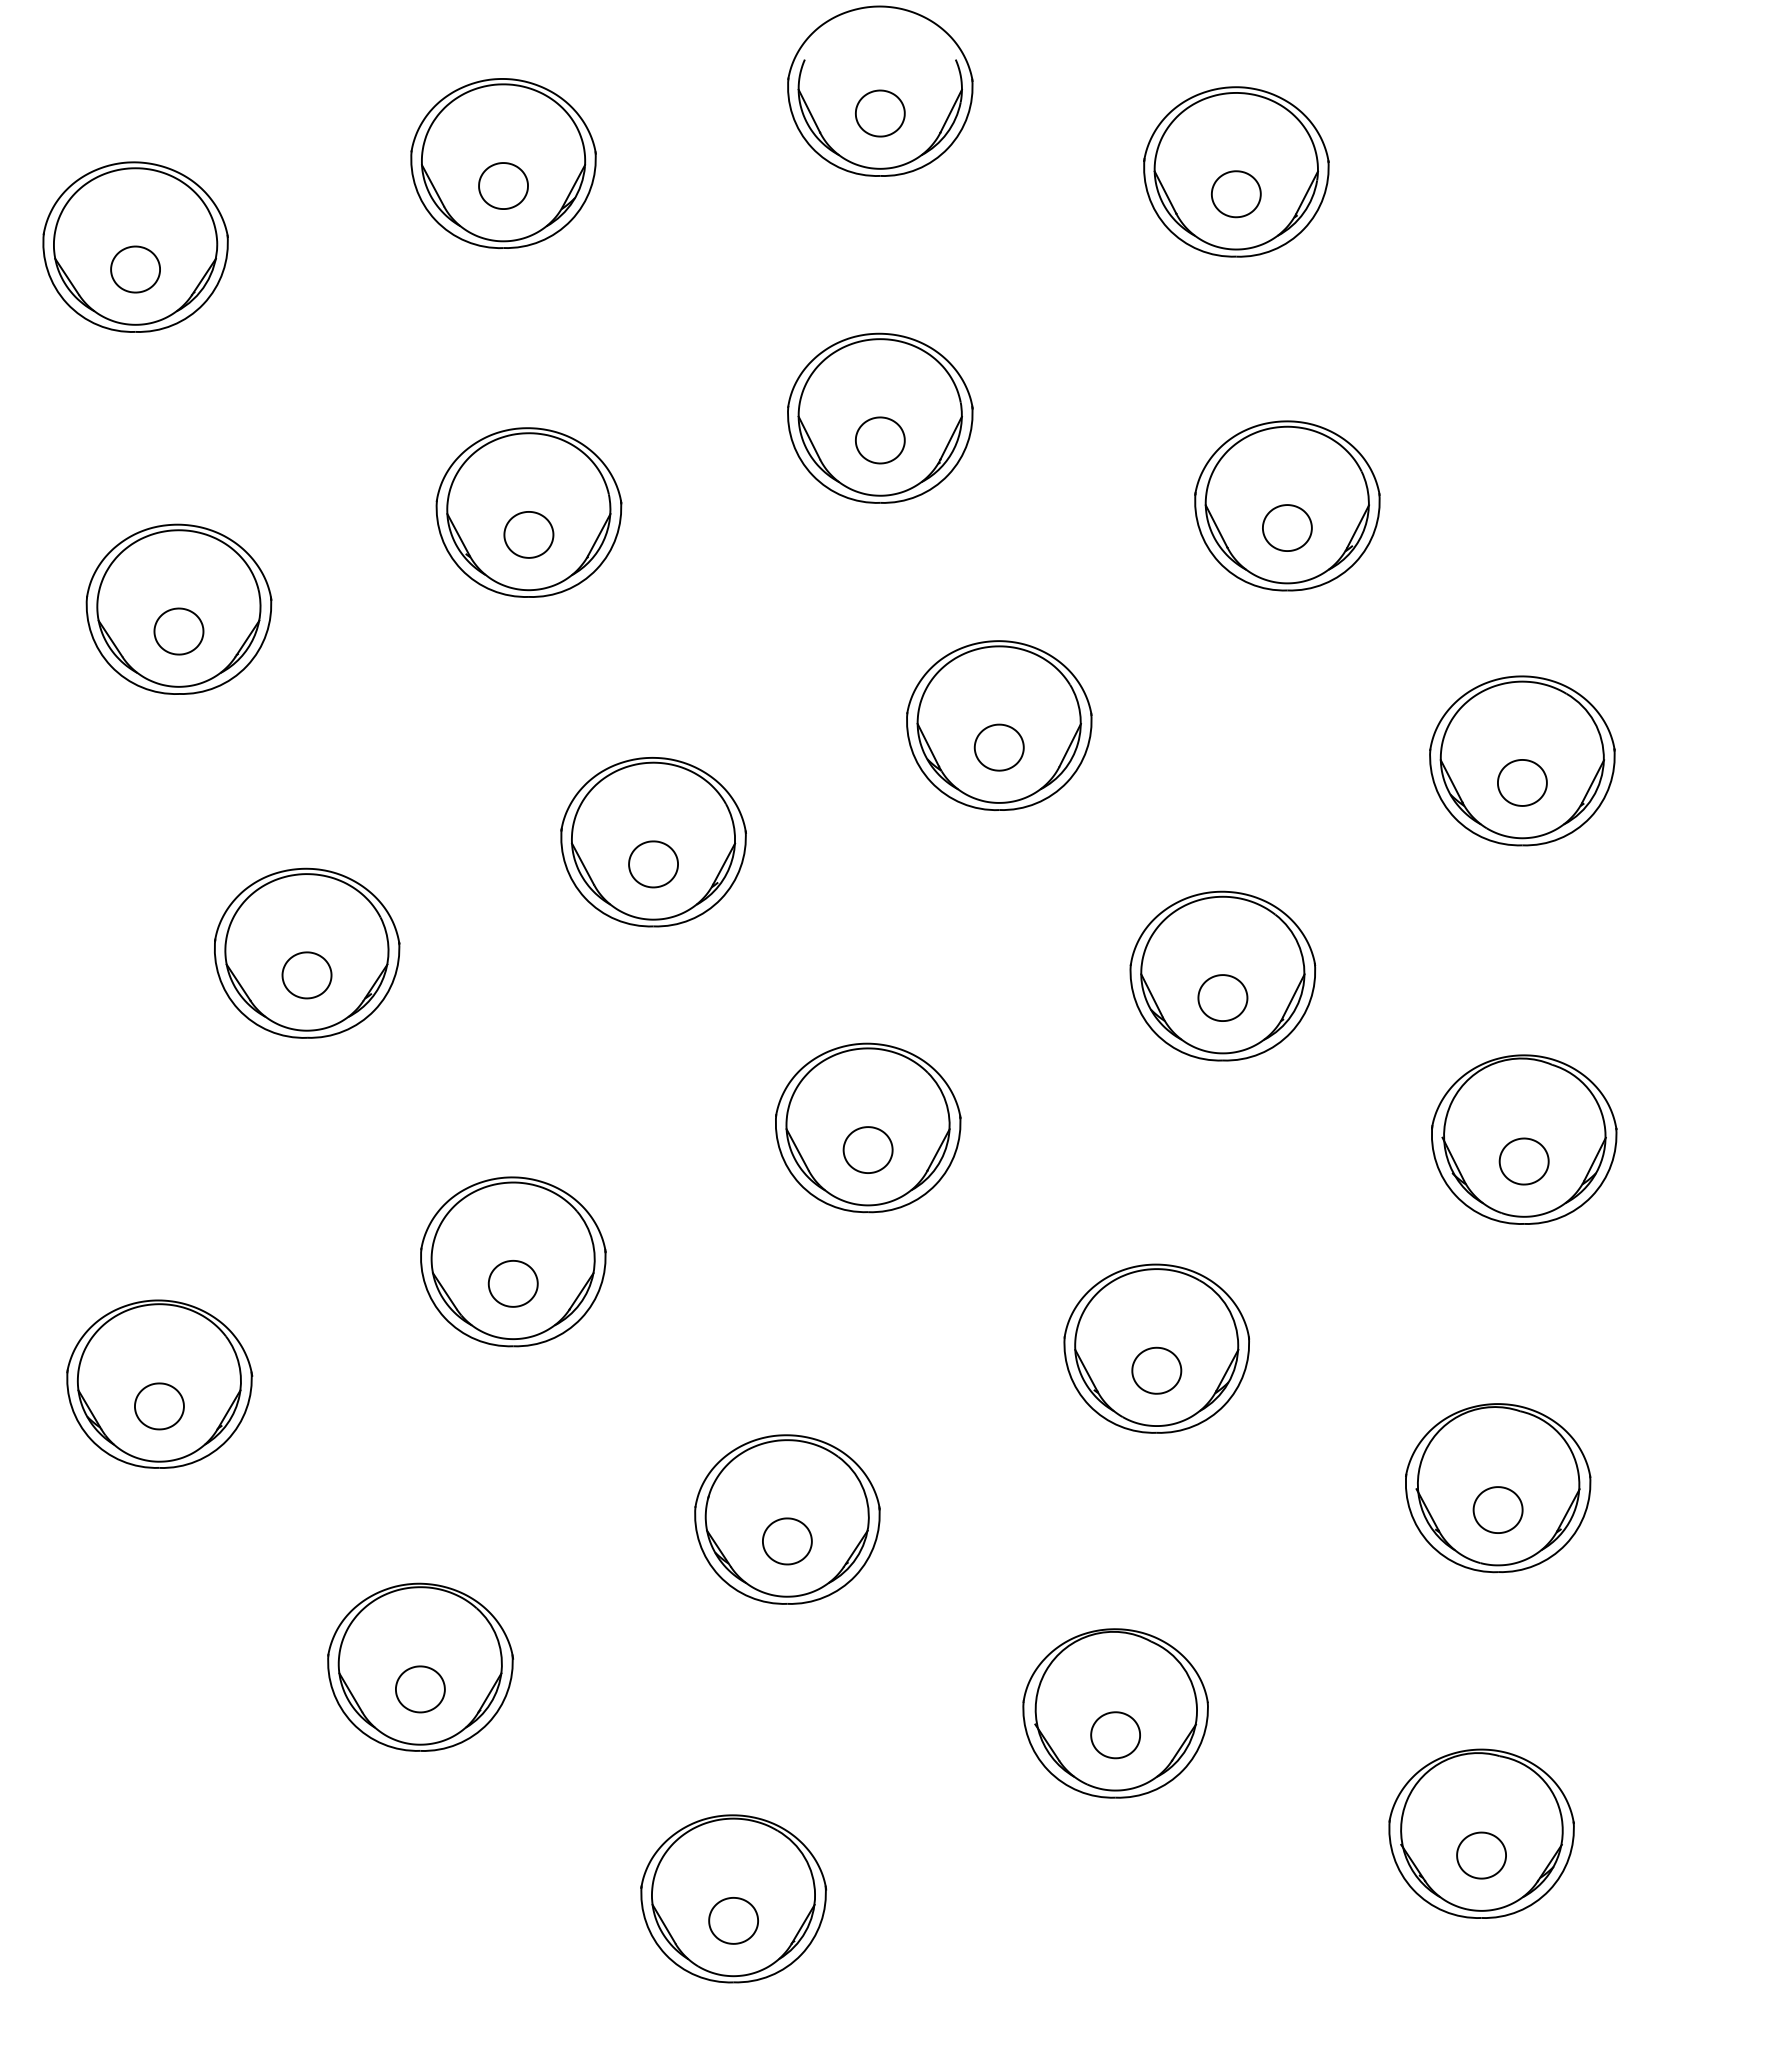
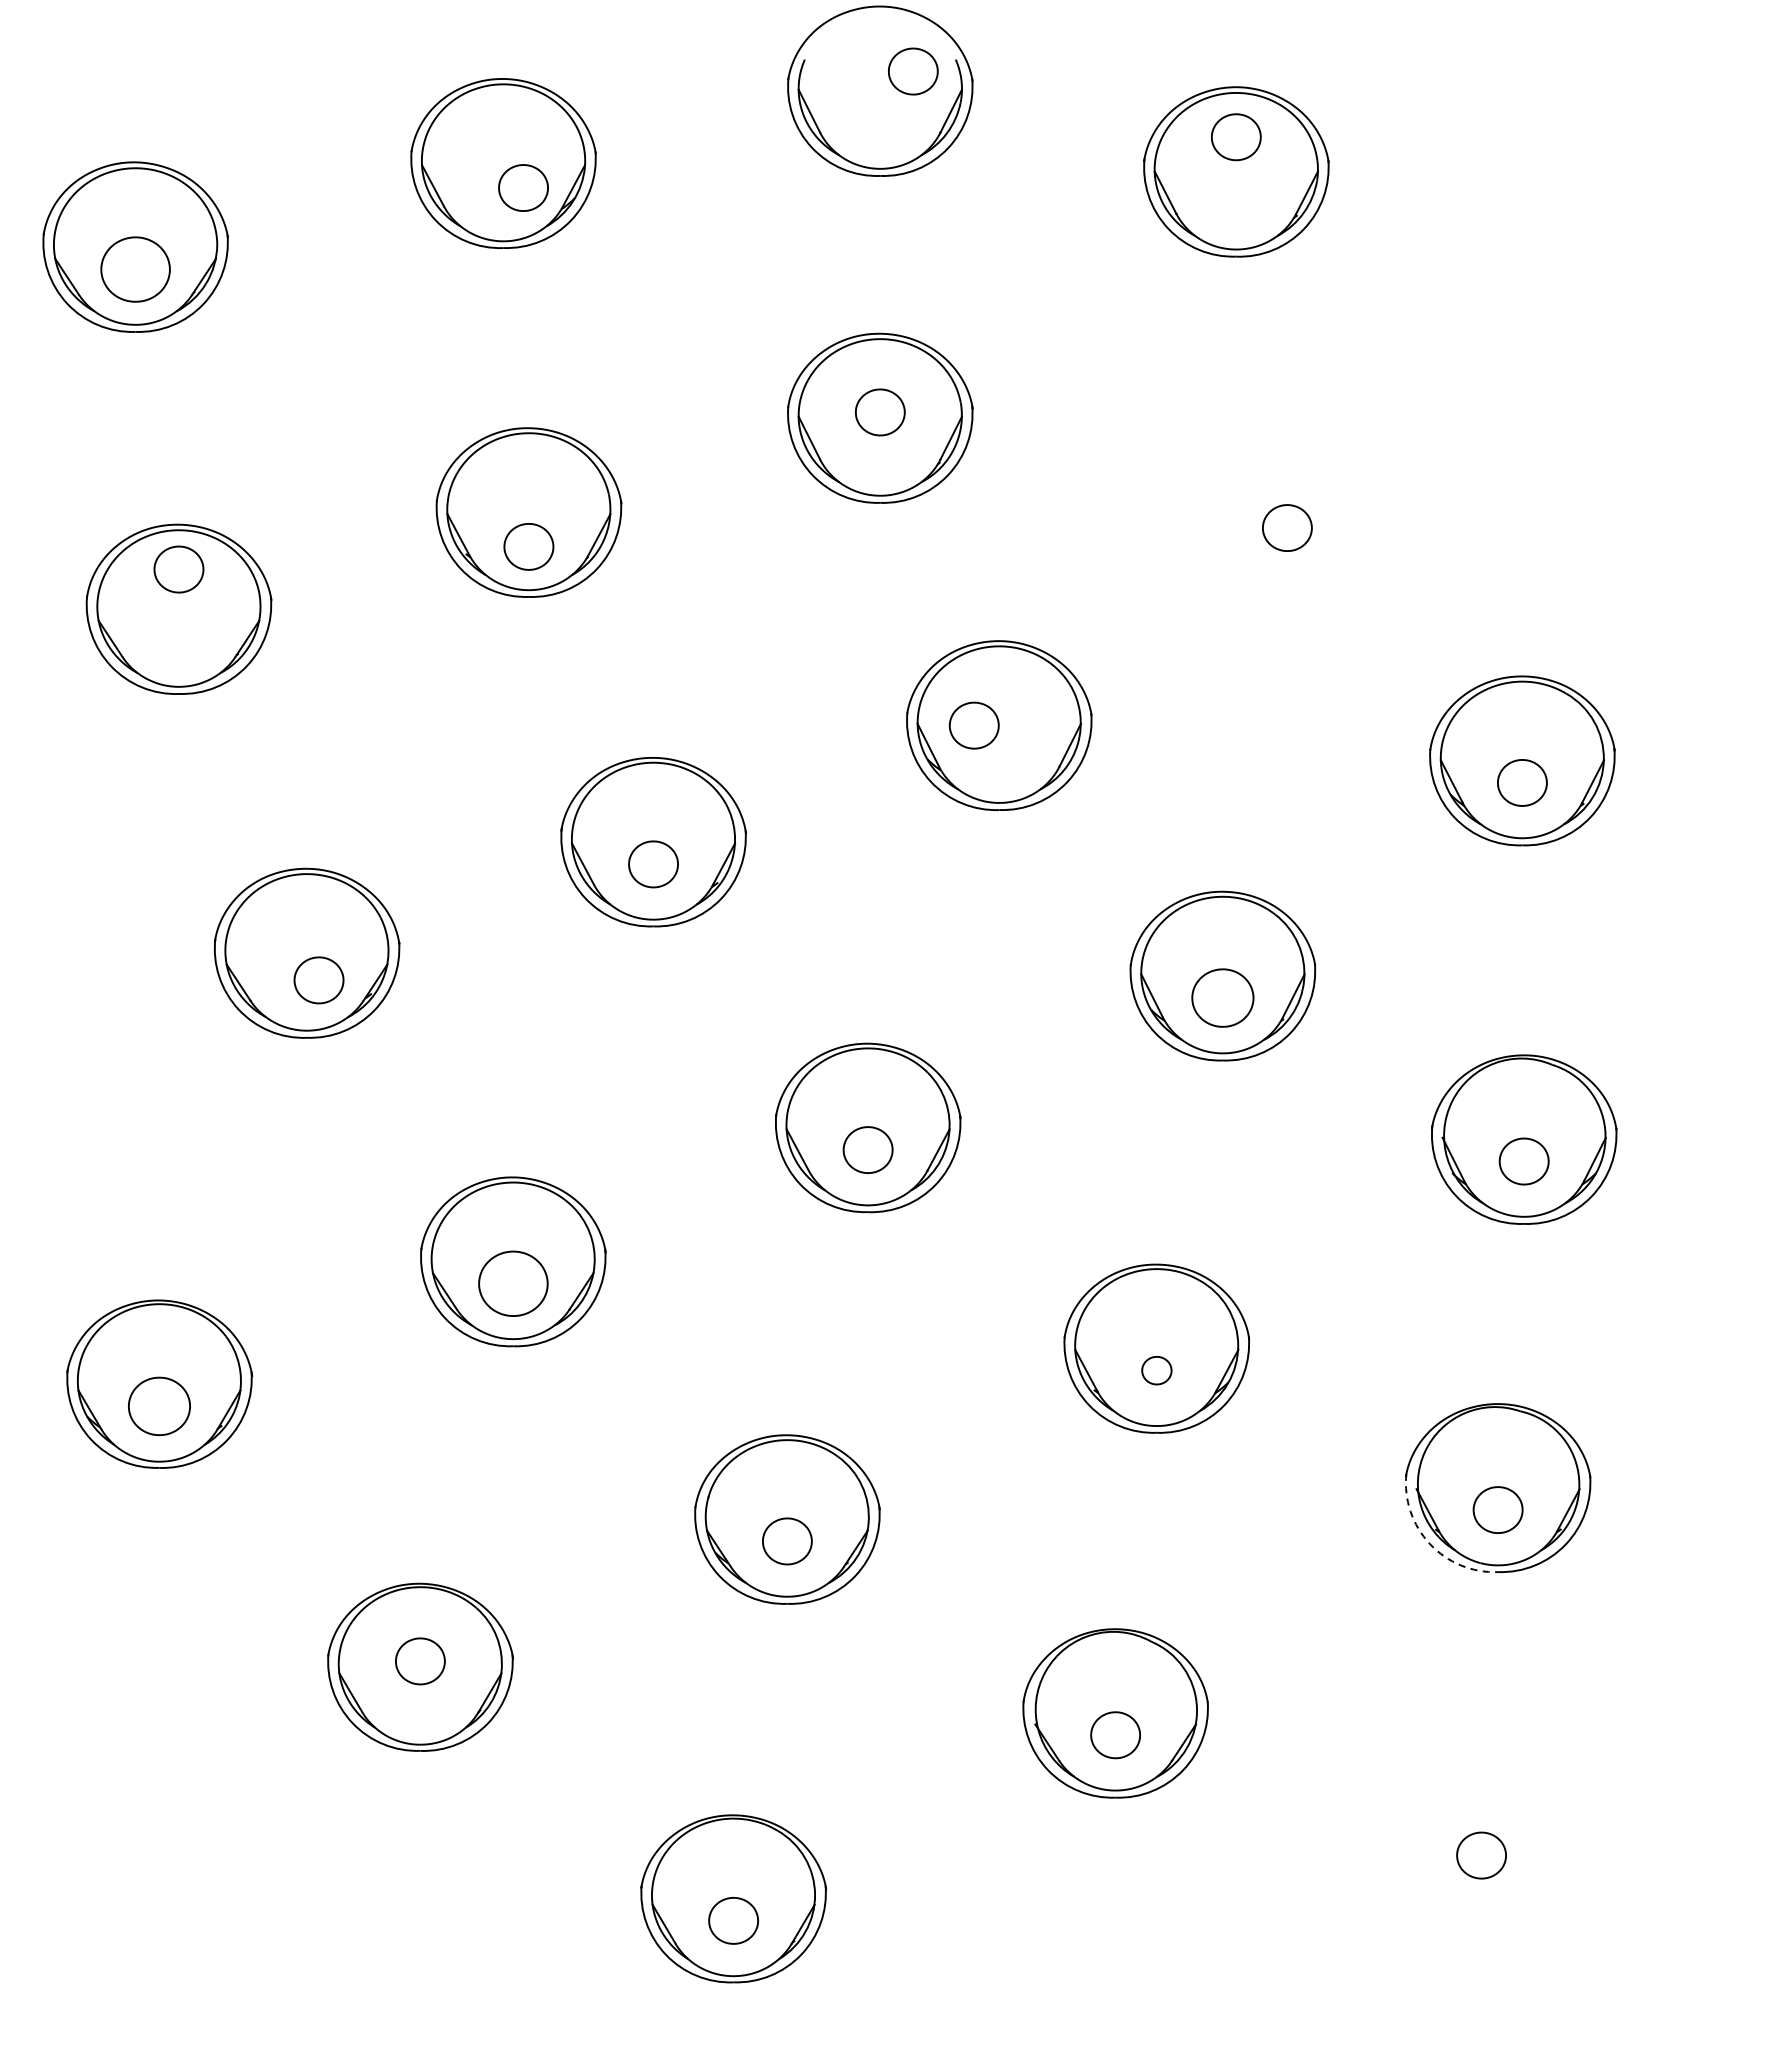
part at (880, 113) position: (880, 113) -> (913, 71)
part at (503, 185) position: (503, 185) -> (523, 187)
part at (1236, 194) position: (1236, 194) -> (1236, 137)
part at (135, 269) size: 51x49 px -> 71x67 px
part at (880, 440) position: (880, 440) -> (880, 412)
part at (1287, 505): present -> none
part at (528, 534) position: (528, 534) -> (528, 546)
part at (178, 631) position: (178, 631) -> (178, 569)
part at (998, 747) position: (998, 747) -> (973, 725)
part at (306, 975) position: (306, 975) -> (318, 980)
part at (1222, 997) size: 52x48 px -> 64x60 px
part at (512, 1283) size: 52x48 px -> 71x67 px
part at (1156, 1370) size: 52x49 px -> 32x30 px
part at (159, 1406) size: 51x49 px -> 63x61 px
arc at (1429, 1543): solid -> dashed
part at (420, 1689) position: (420, 1689) -> (420, 1661)
part at (1481, 1833): present -> none
